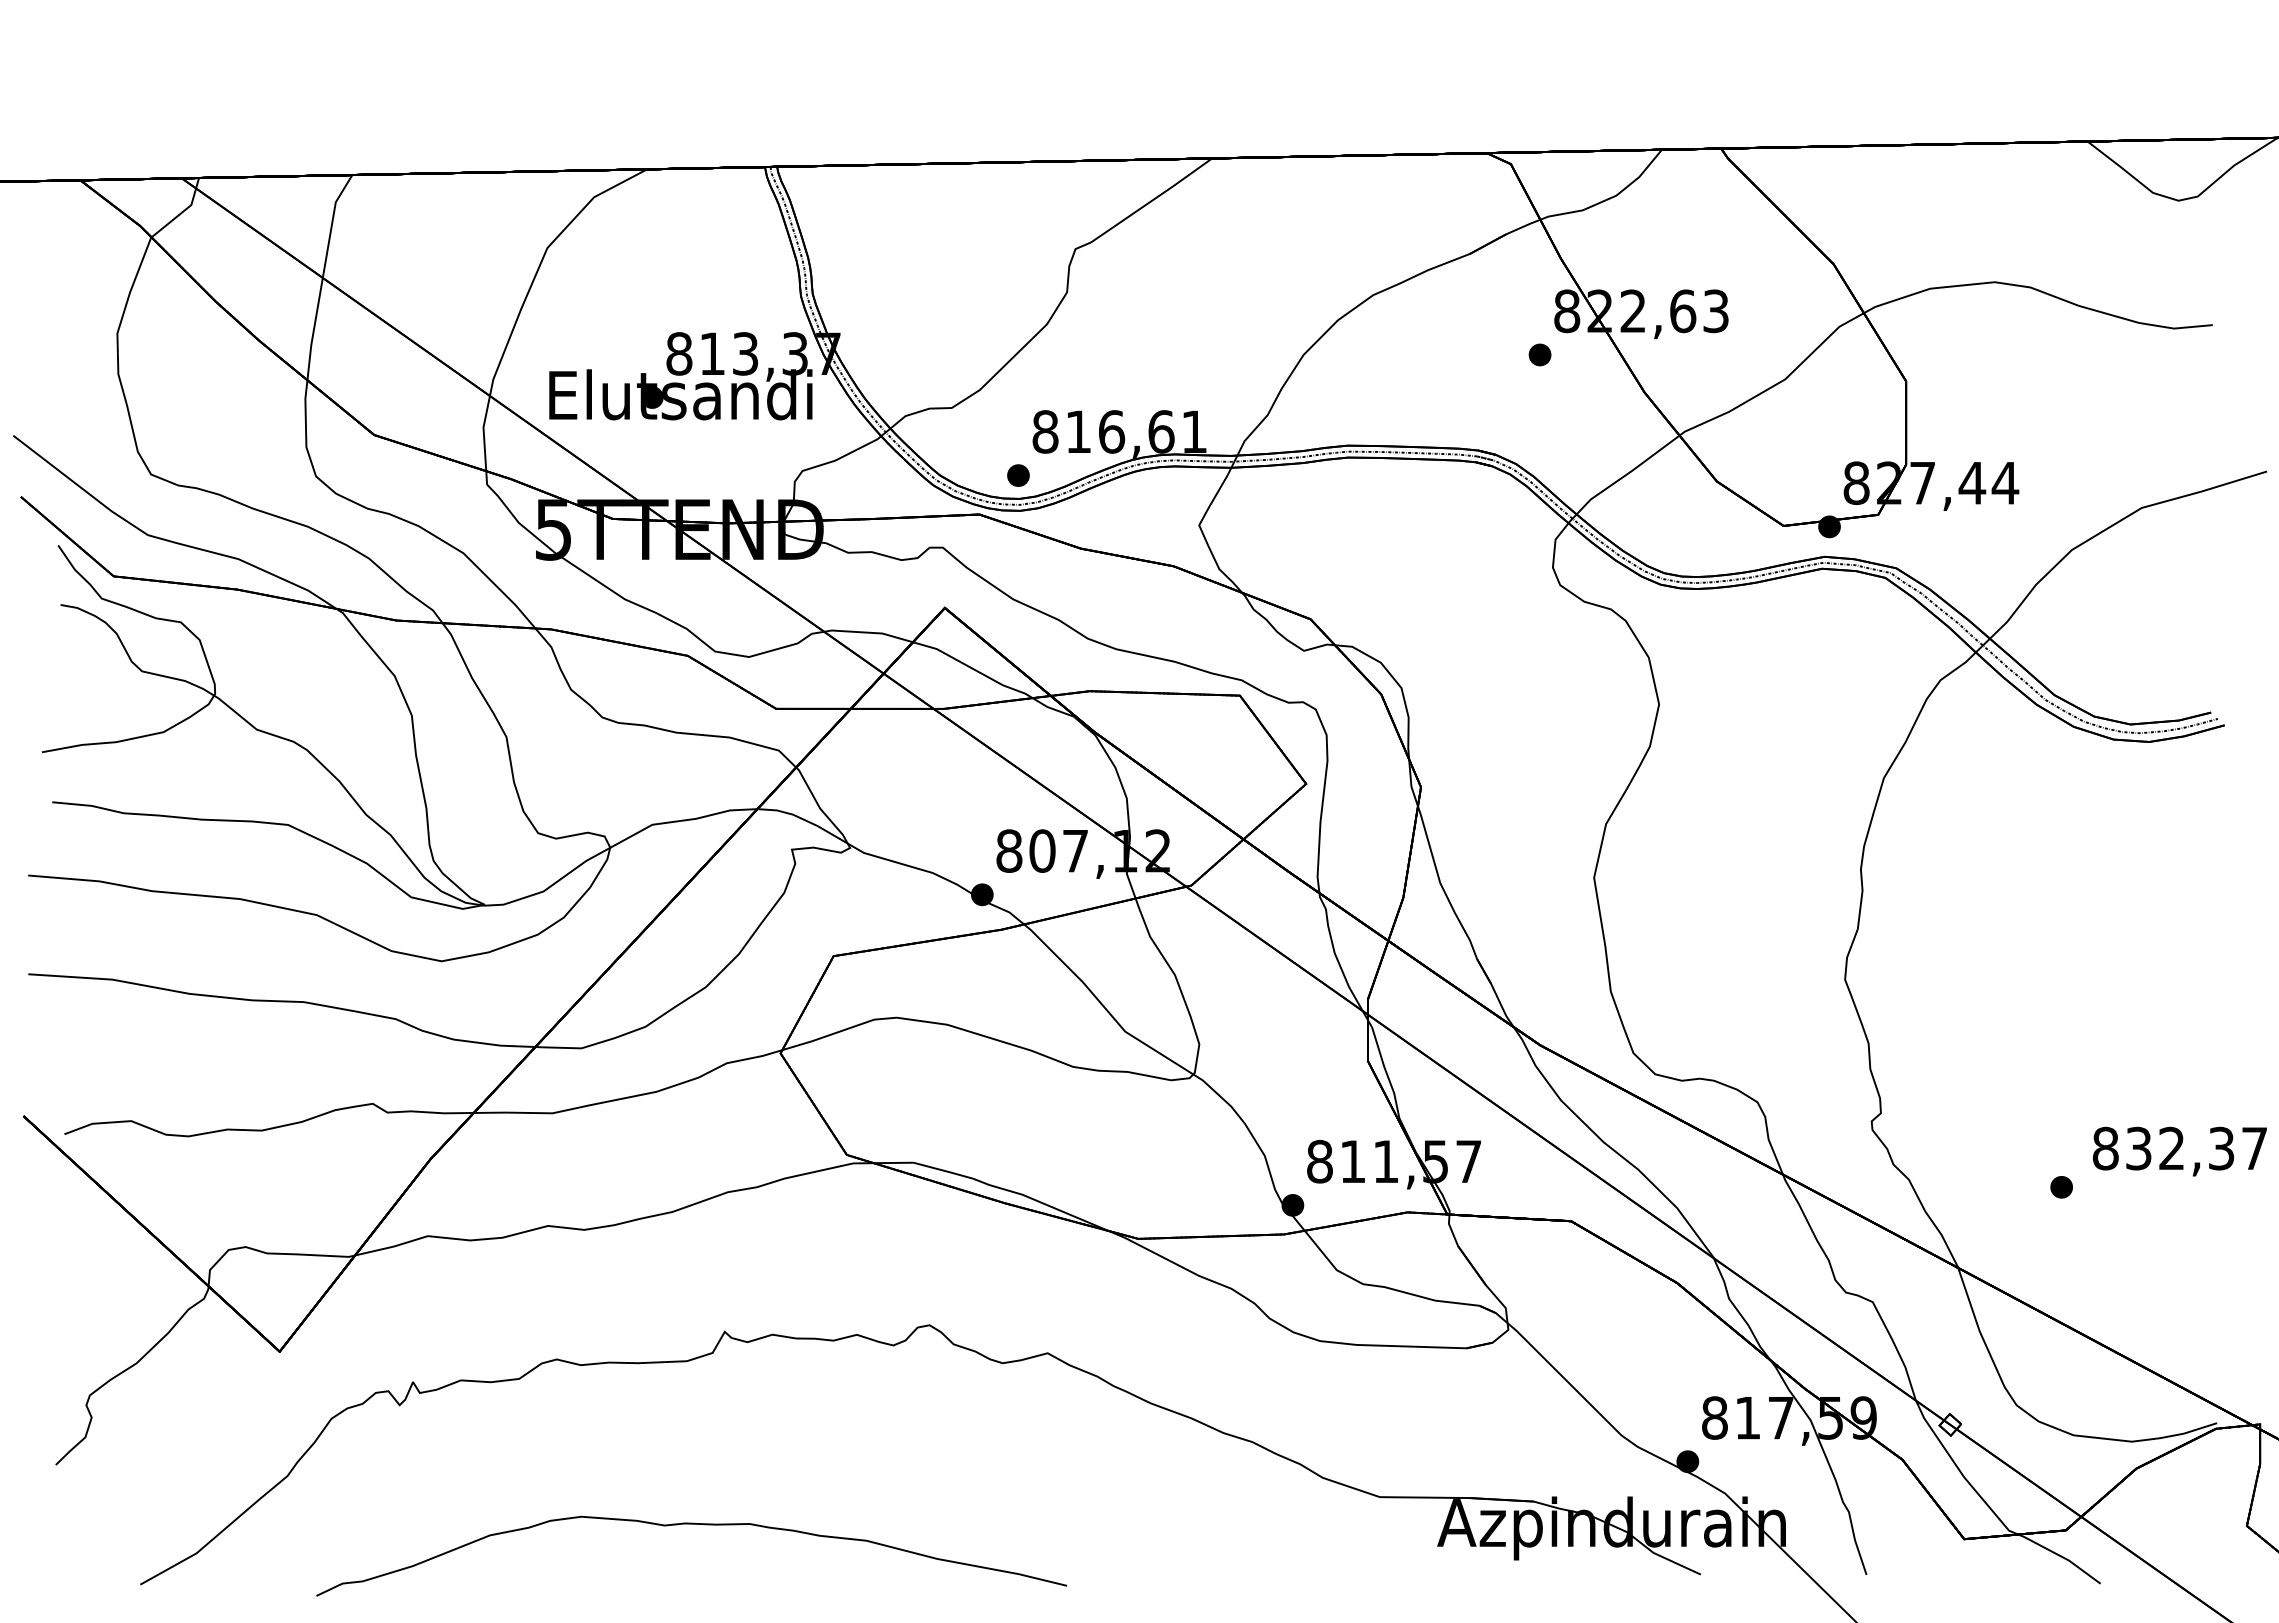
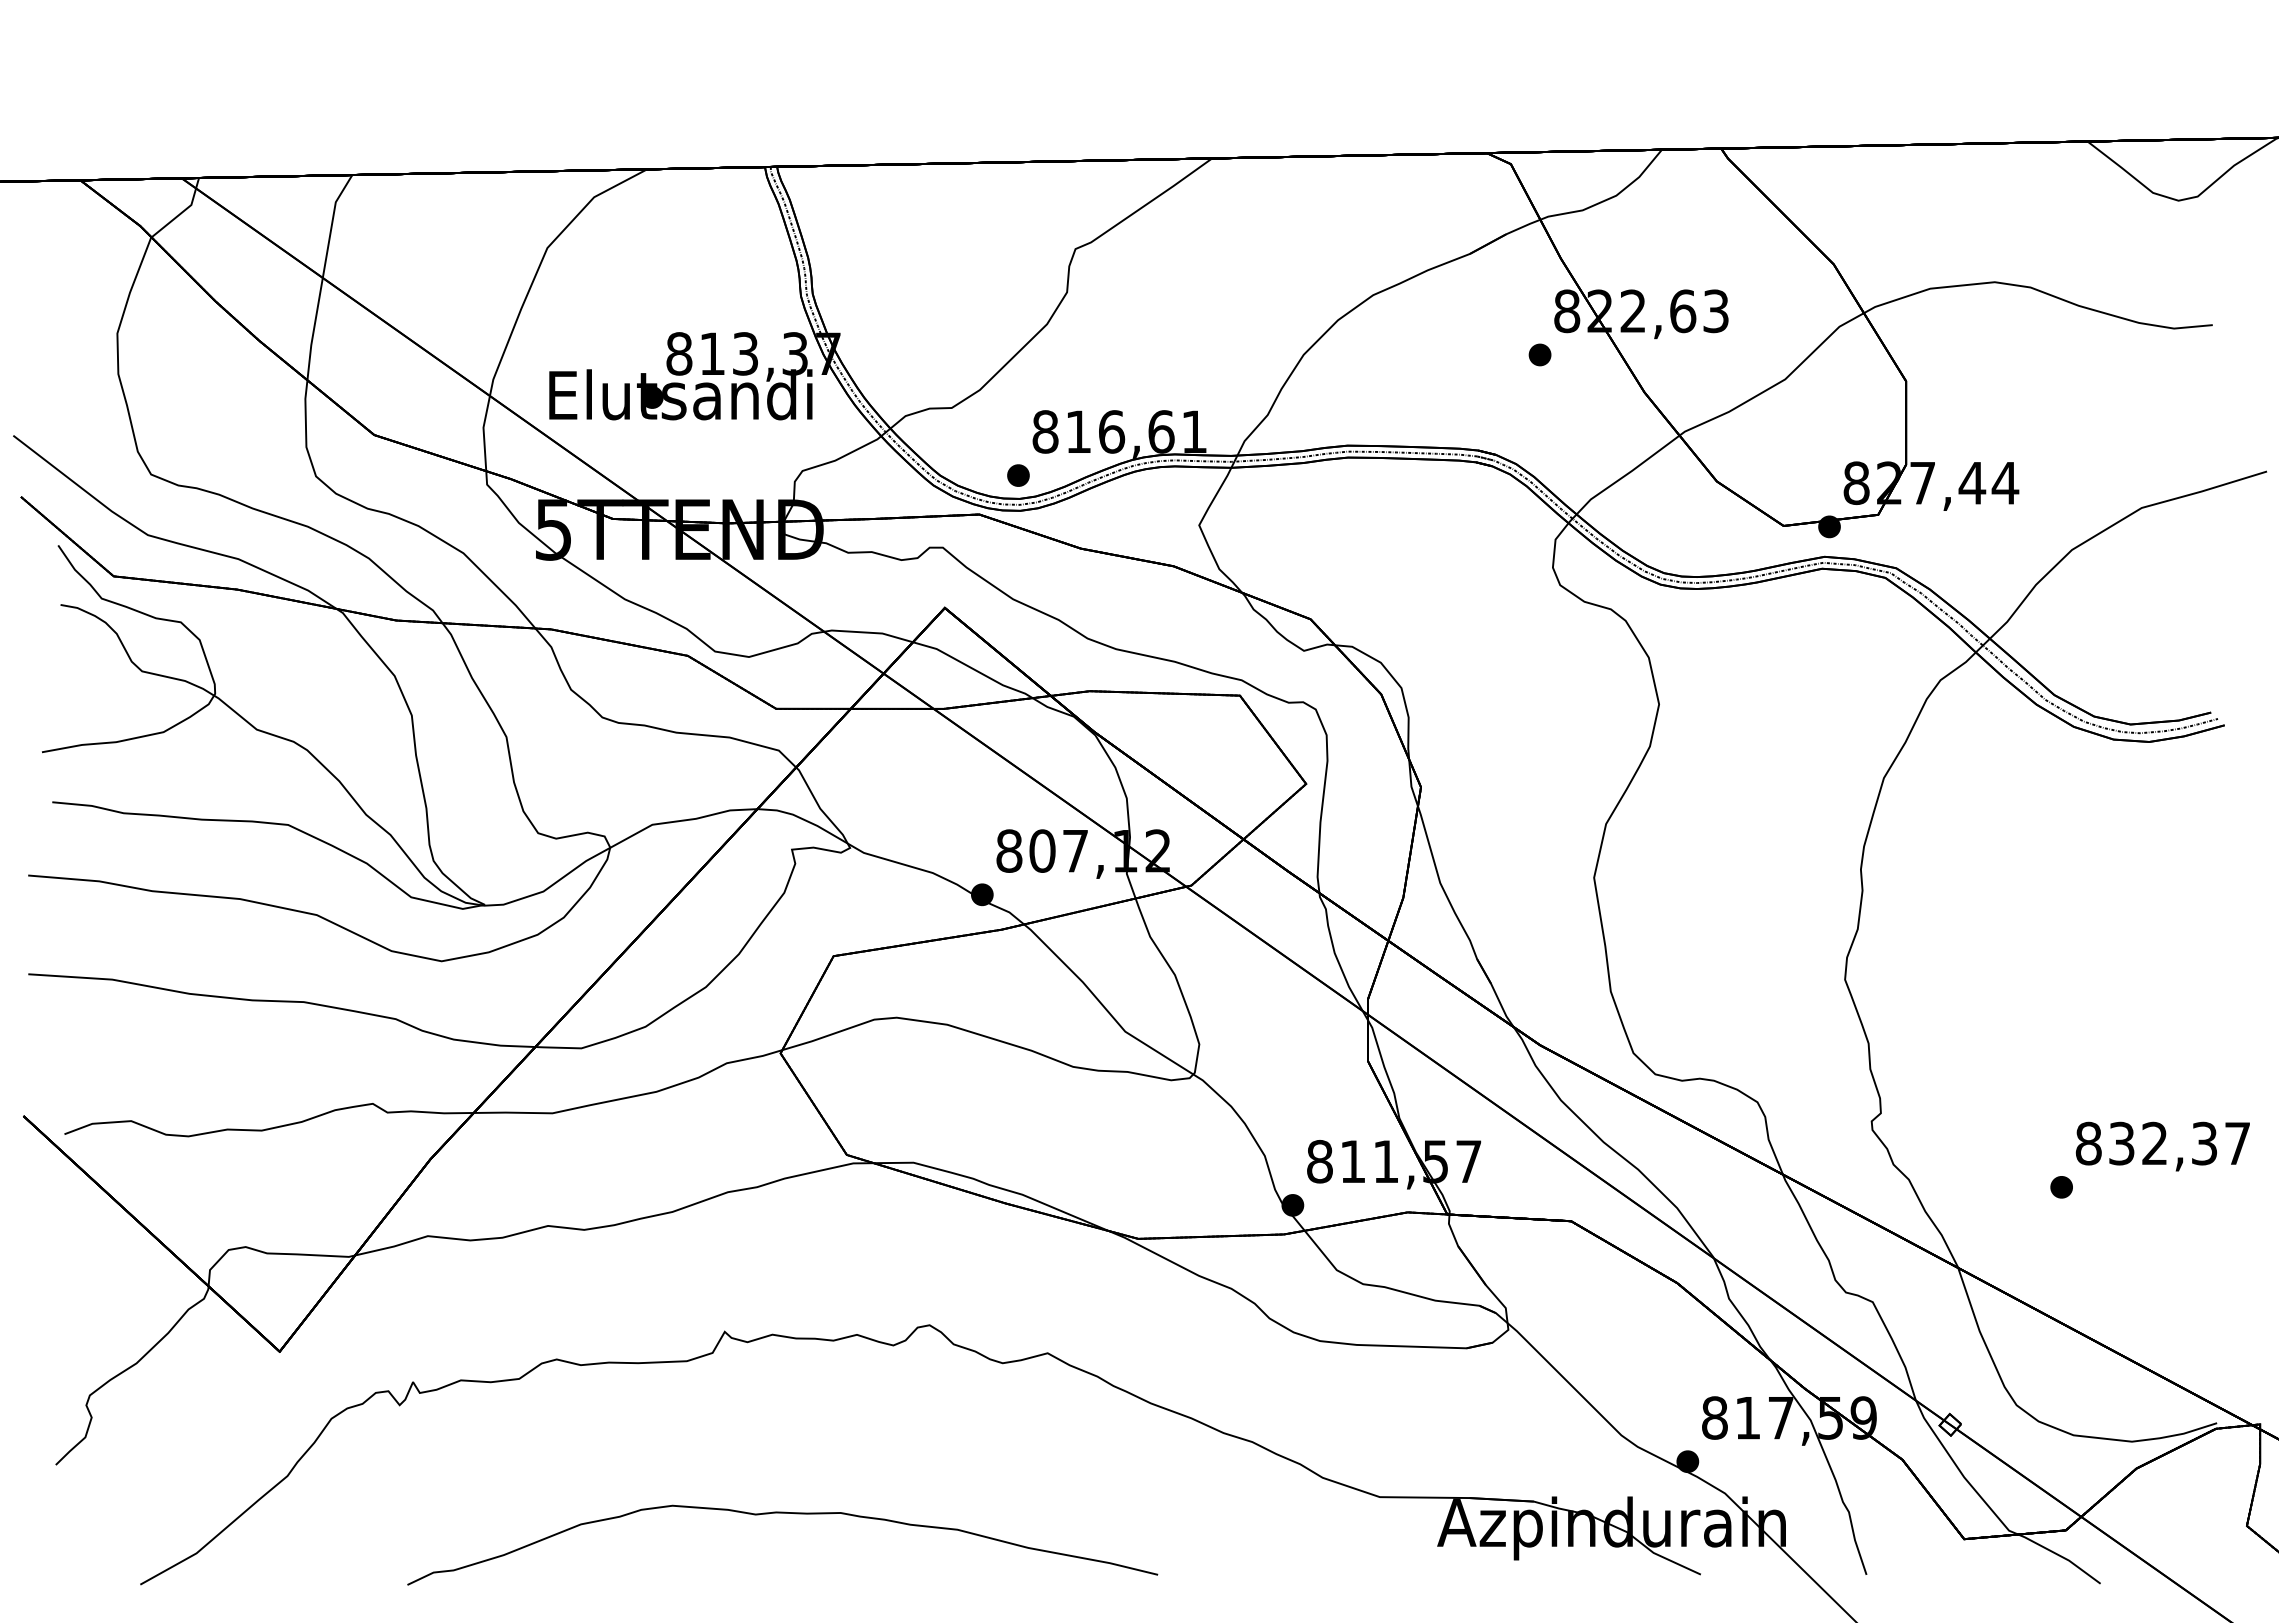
text at (2179, 1151) position: (2179, 1151) -> (2162, 1146)
part at (691, 1524) position: (691, 1524) -> (782, 1513)
